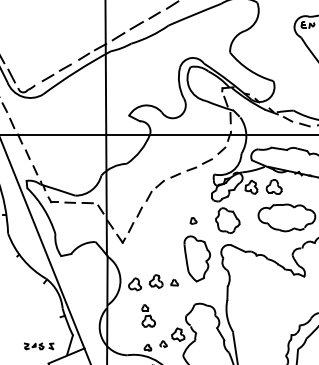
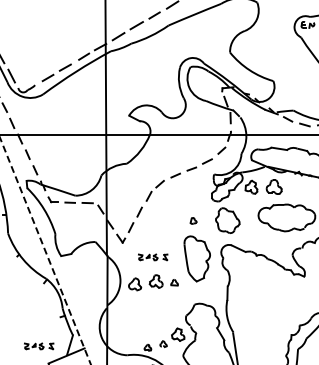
line at (45, 251): solid -> dashed
part at (153, 257): none -> present
part at (148, 315): present -> none
